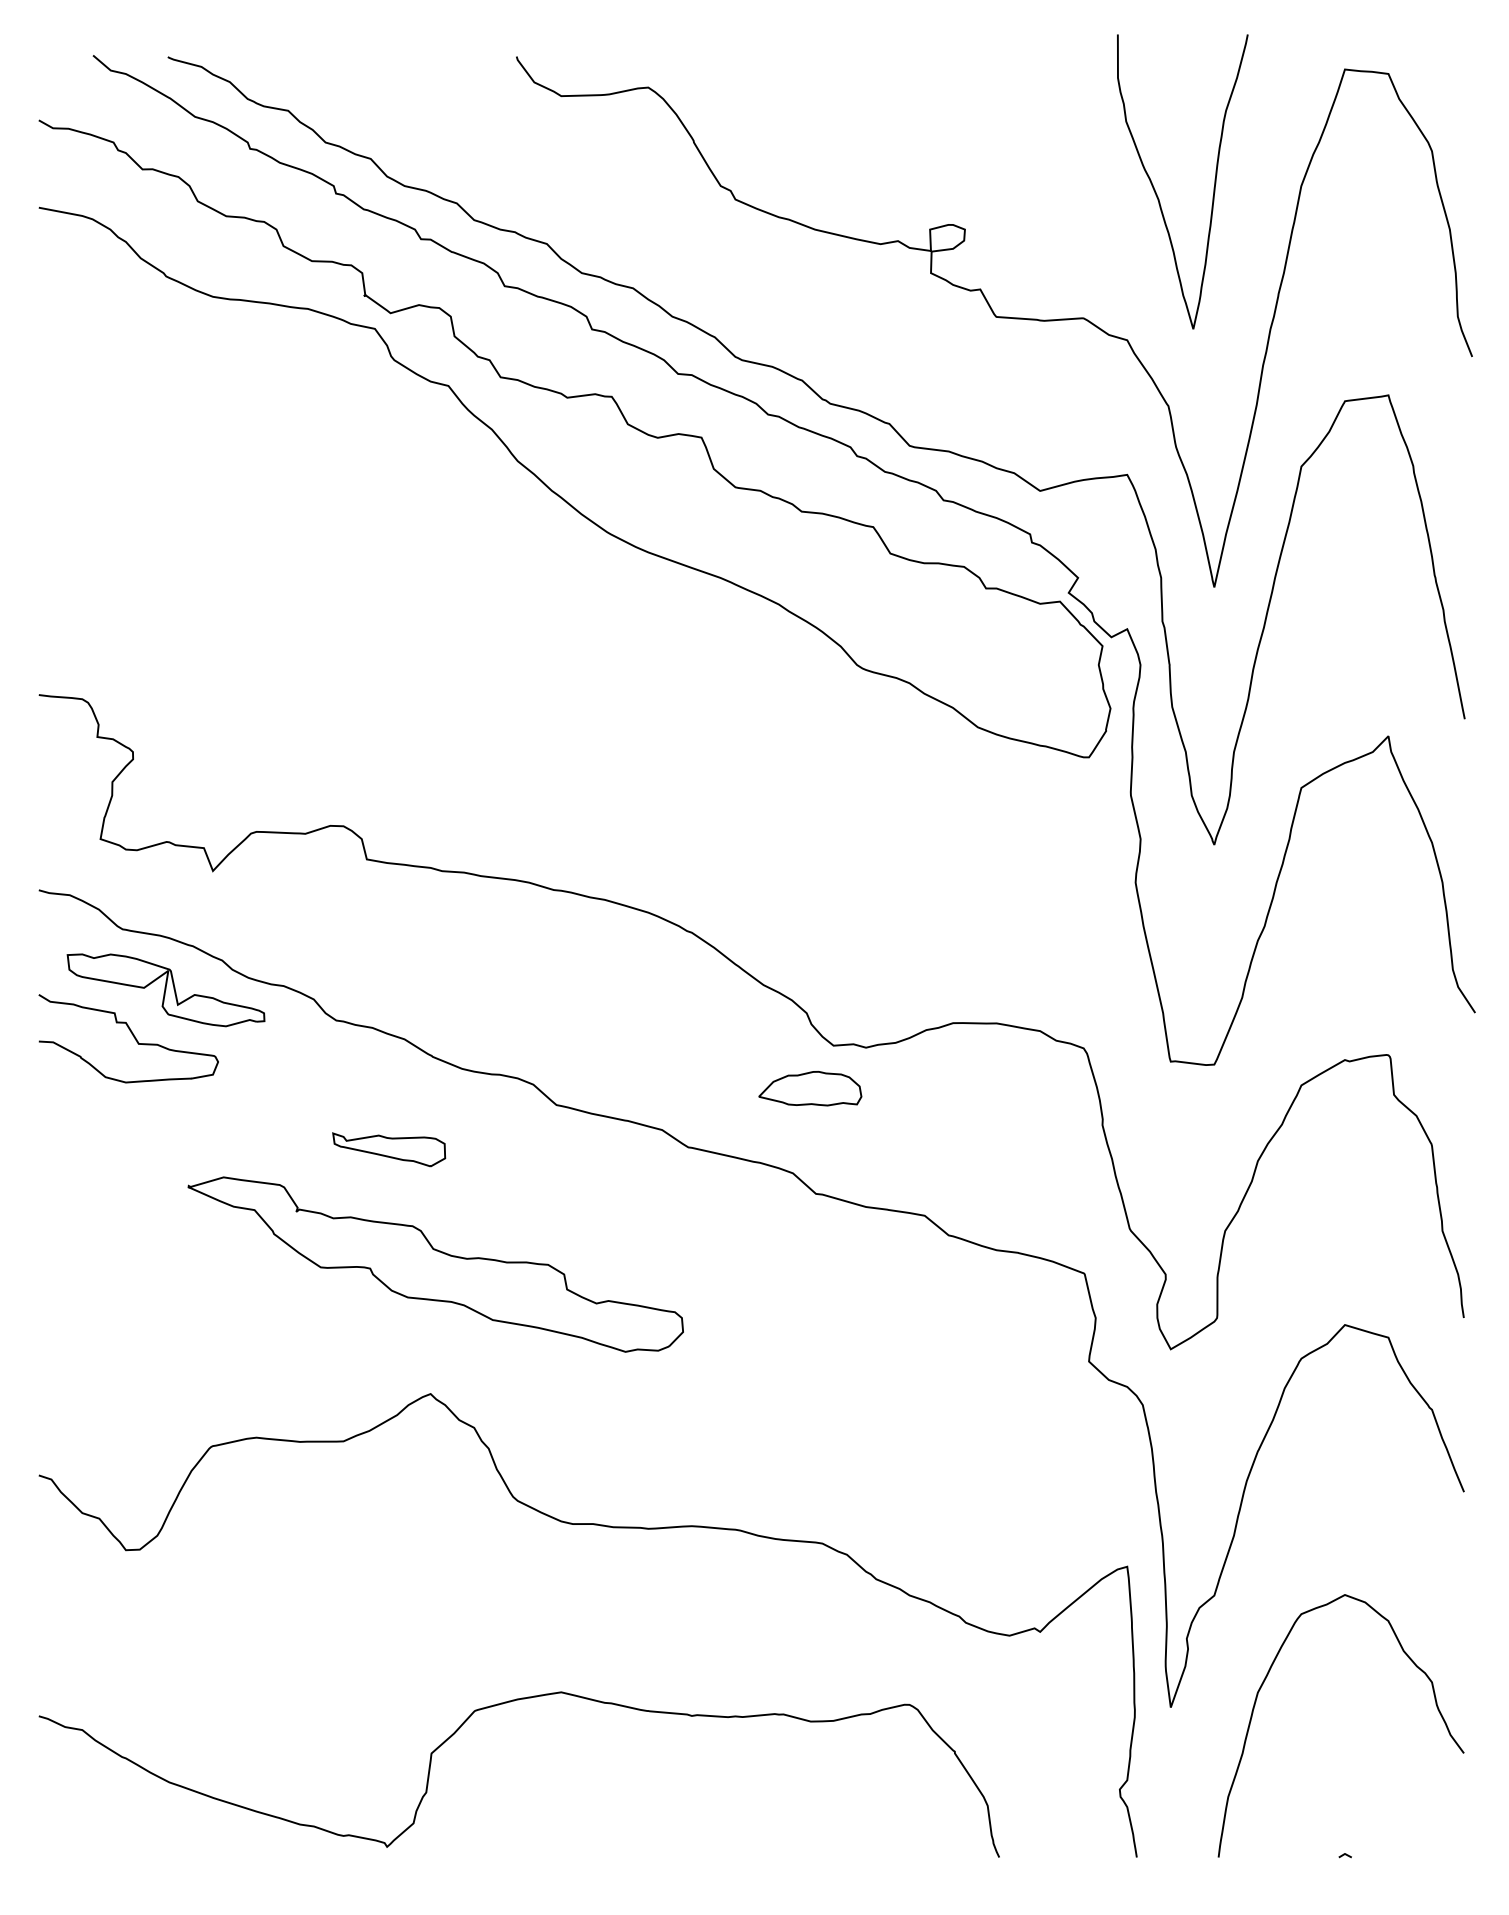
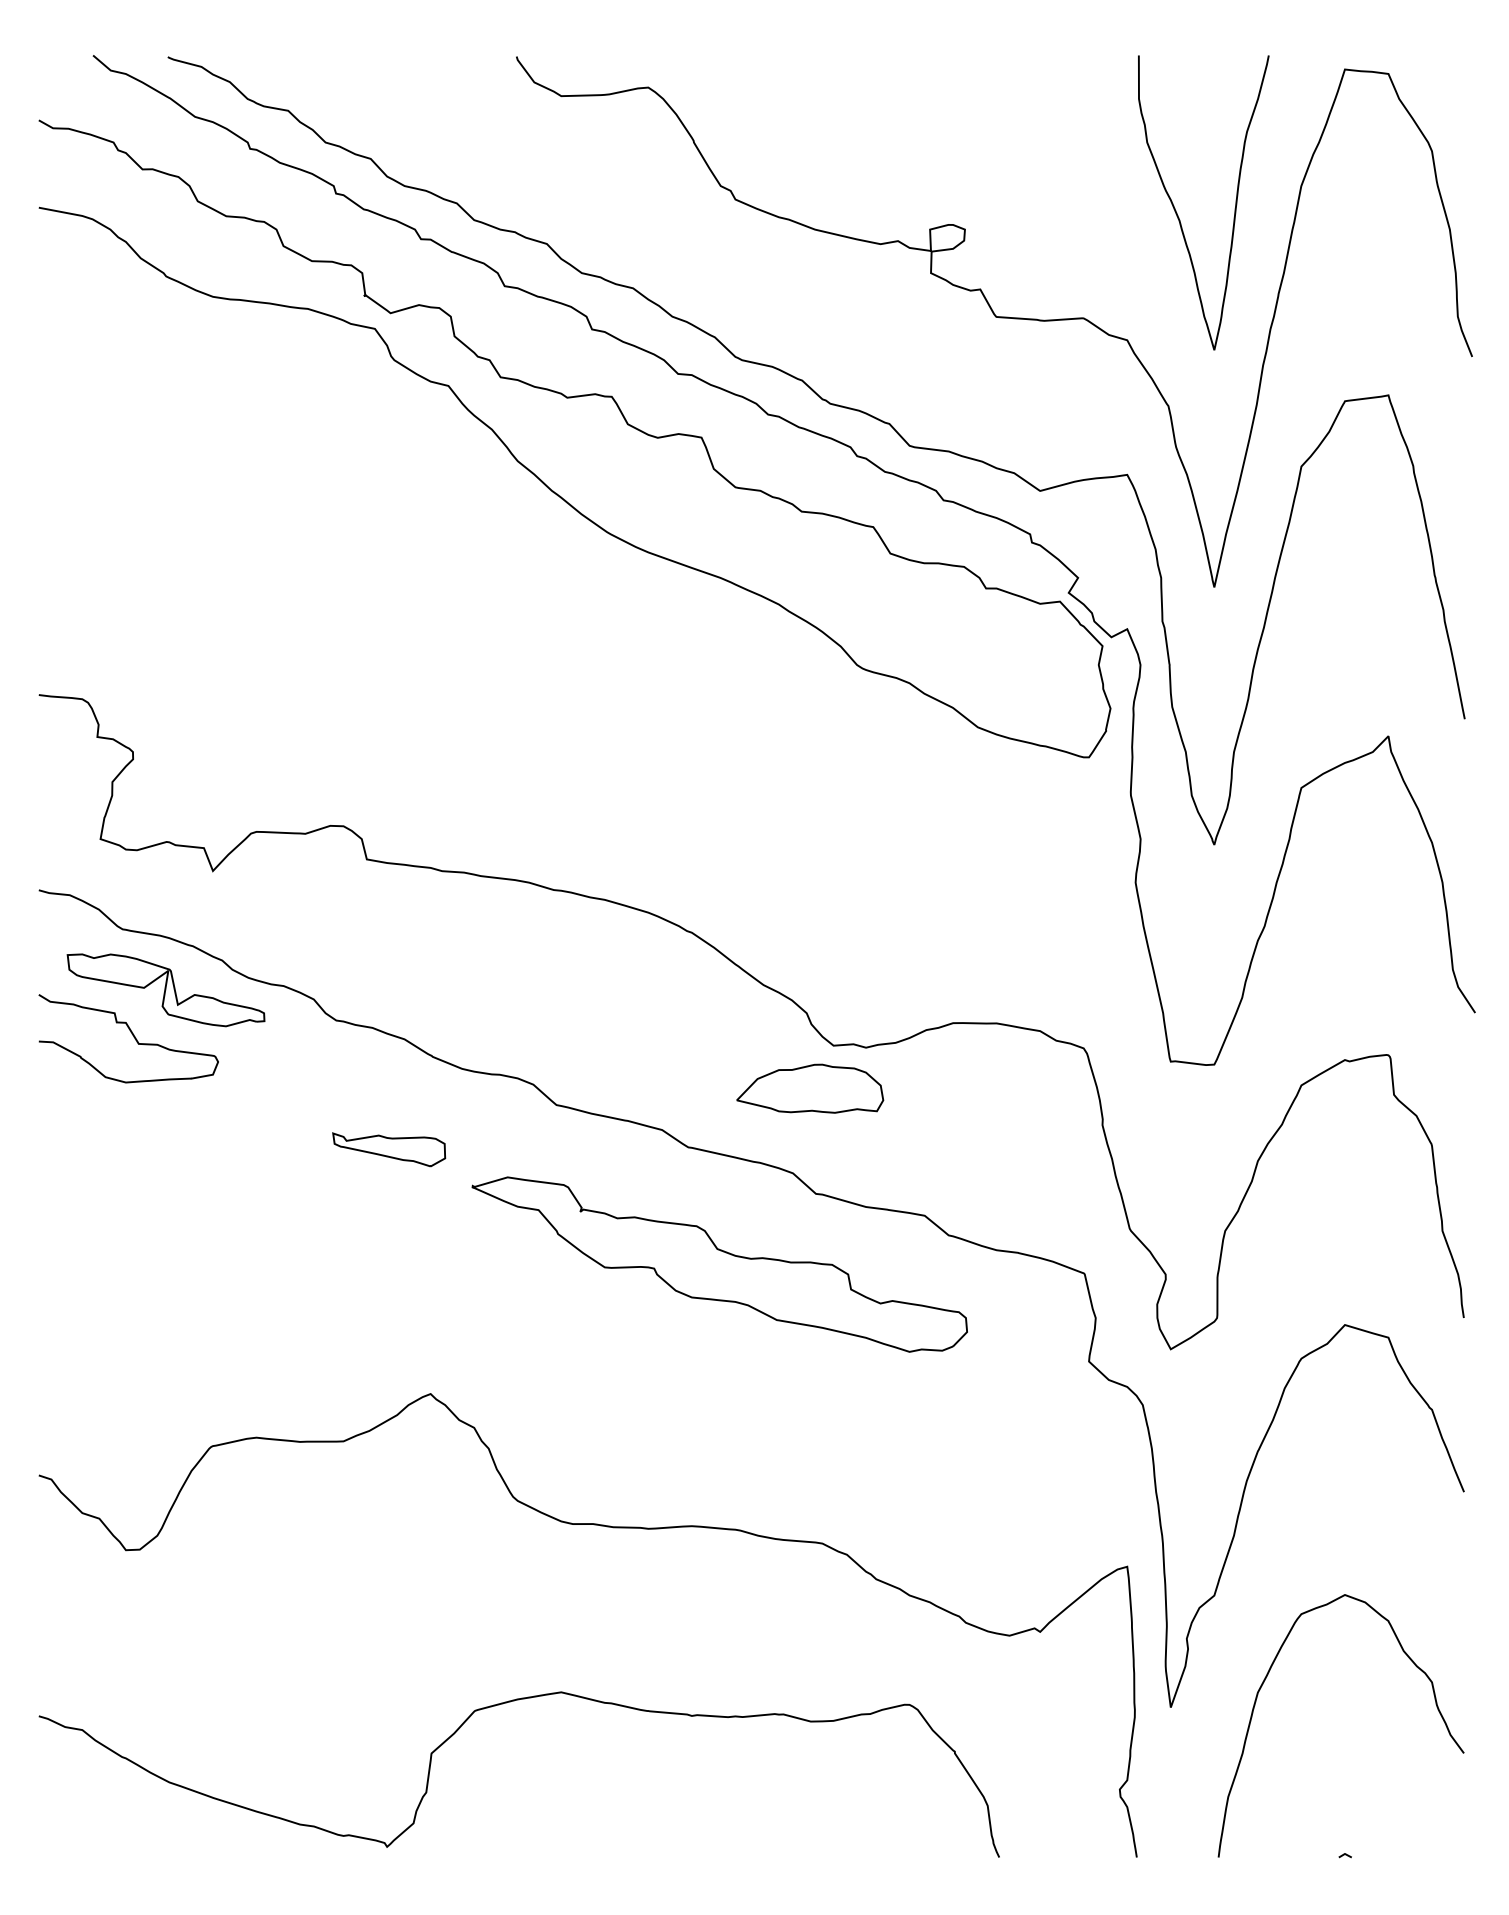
curve at (1155, 189) position: (1155, 189) -> (1176, 210)
part at (810, 1088) size: 105x36 px -> 149x51 px
part at (435, 1264) position: (435, 1264) -> (719, 1264)
